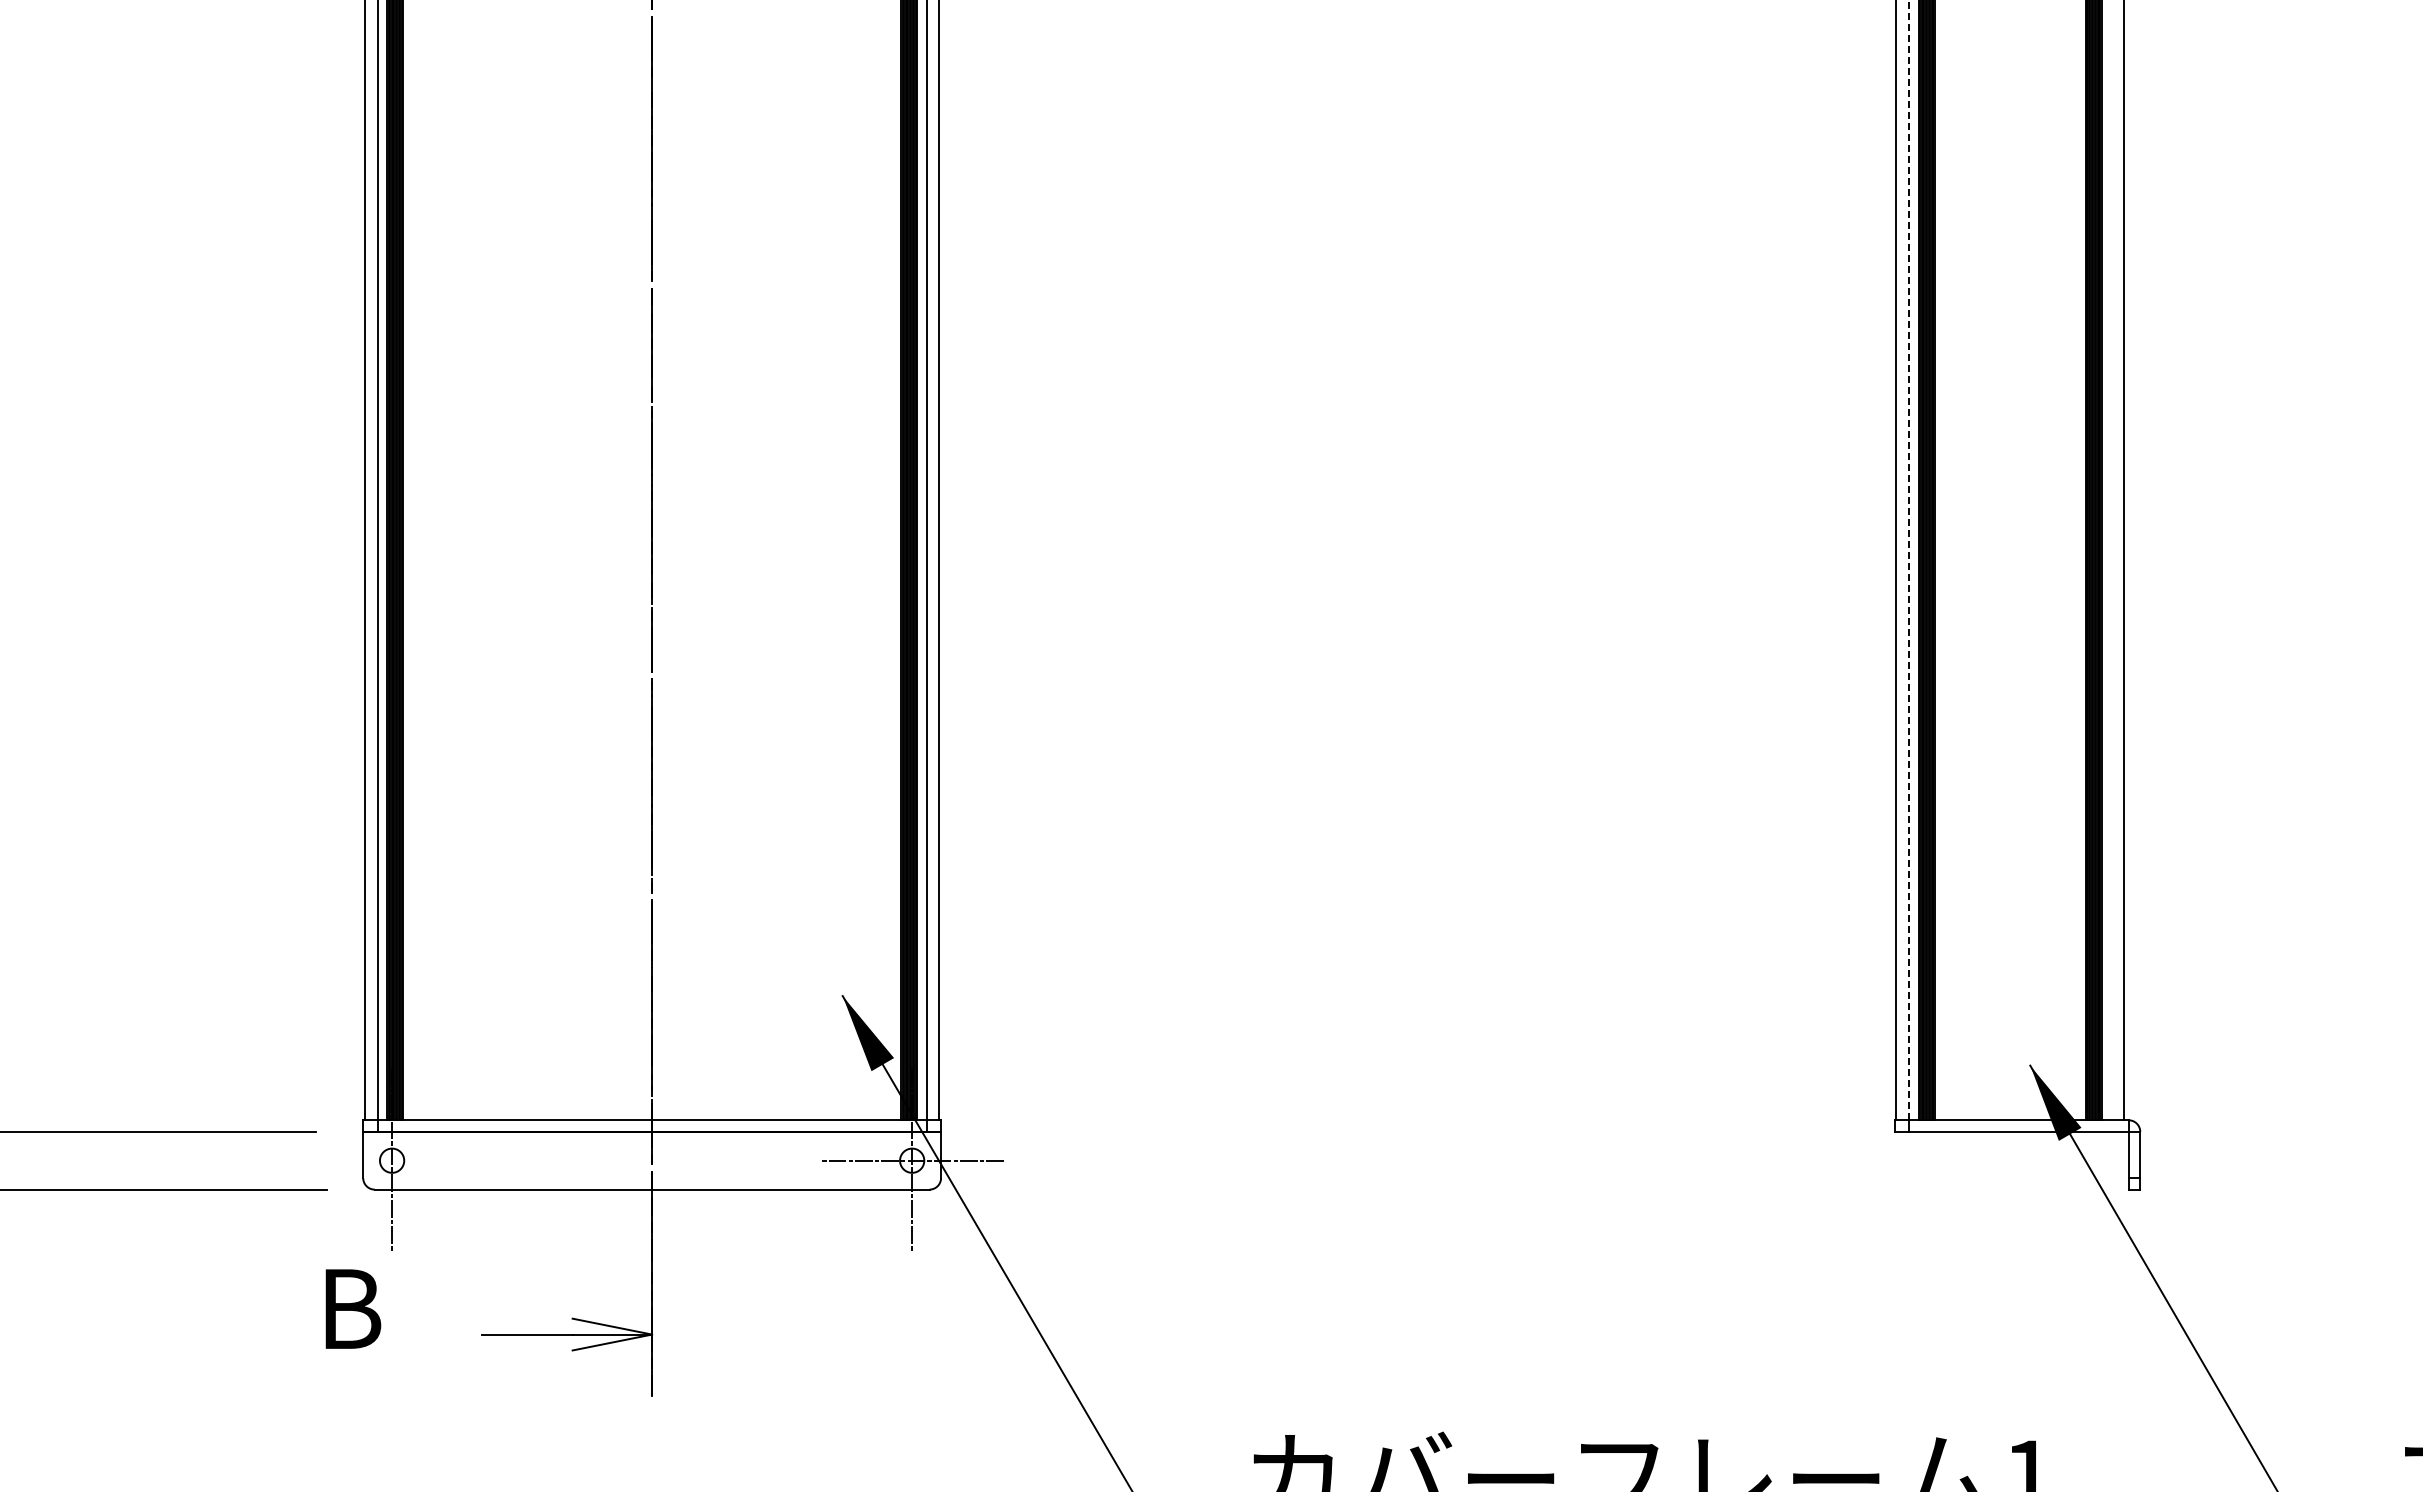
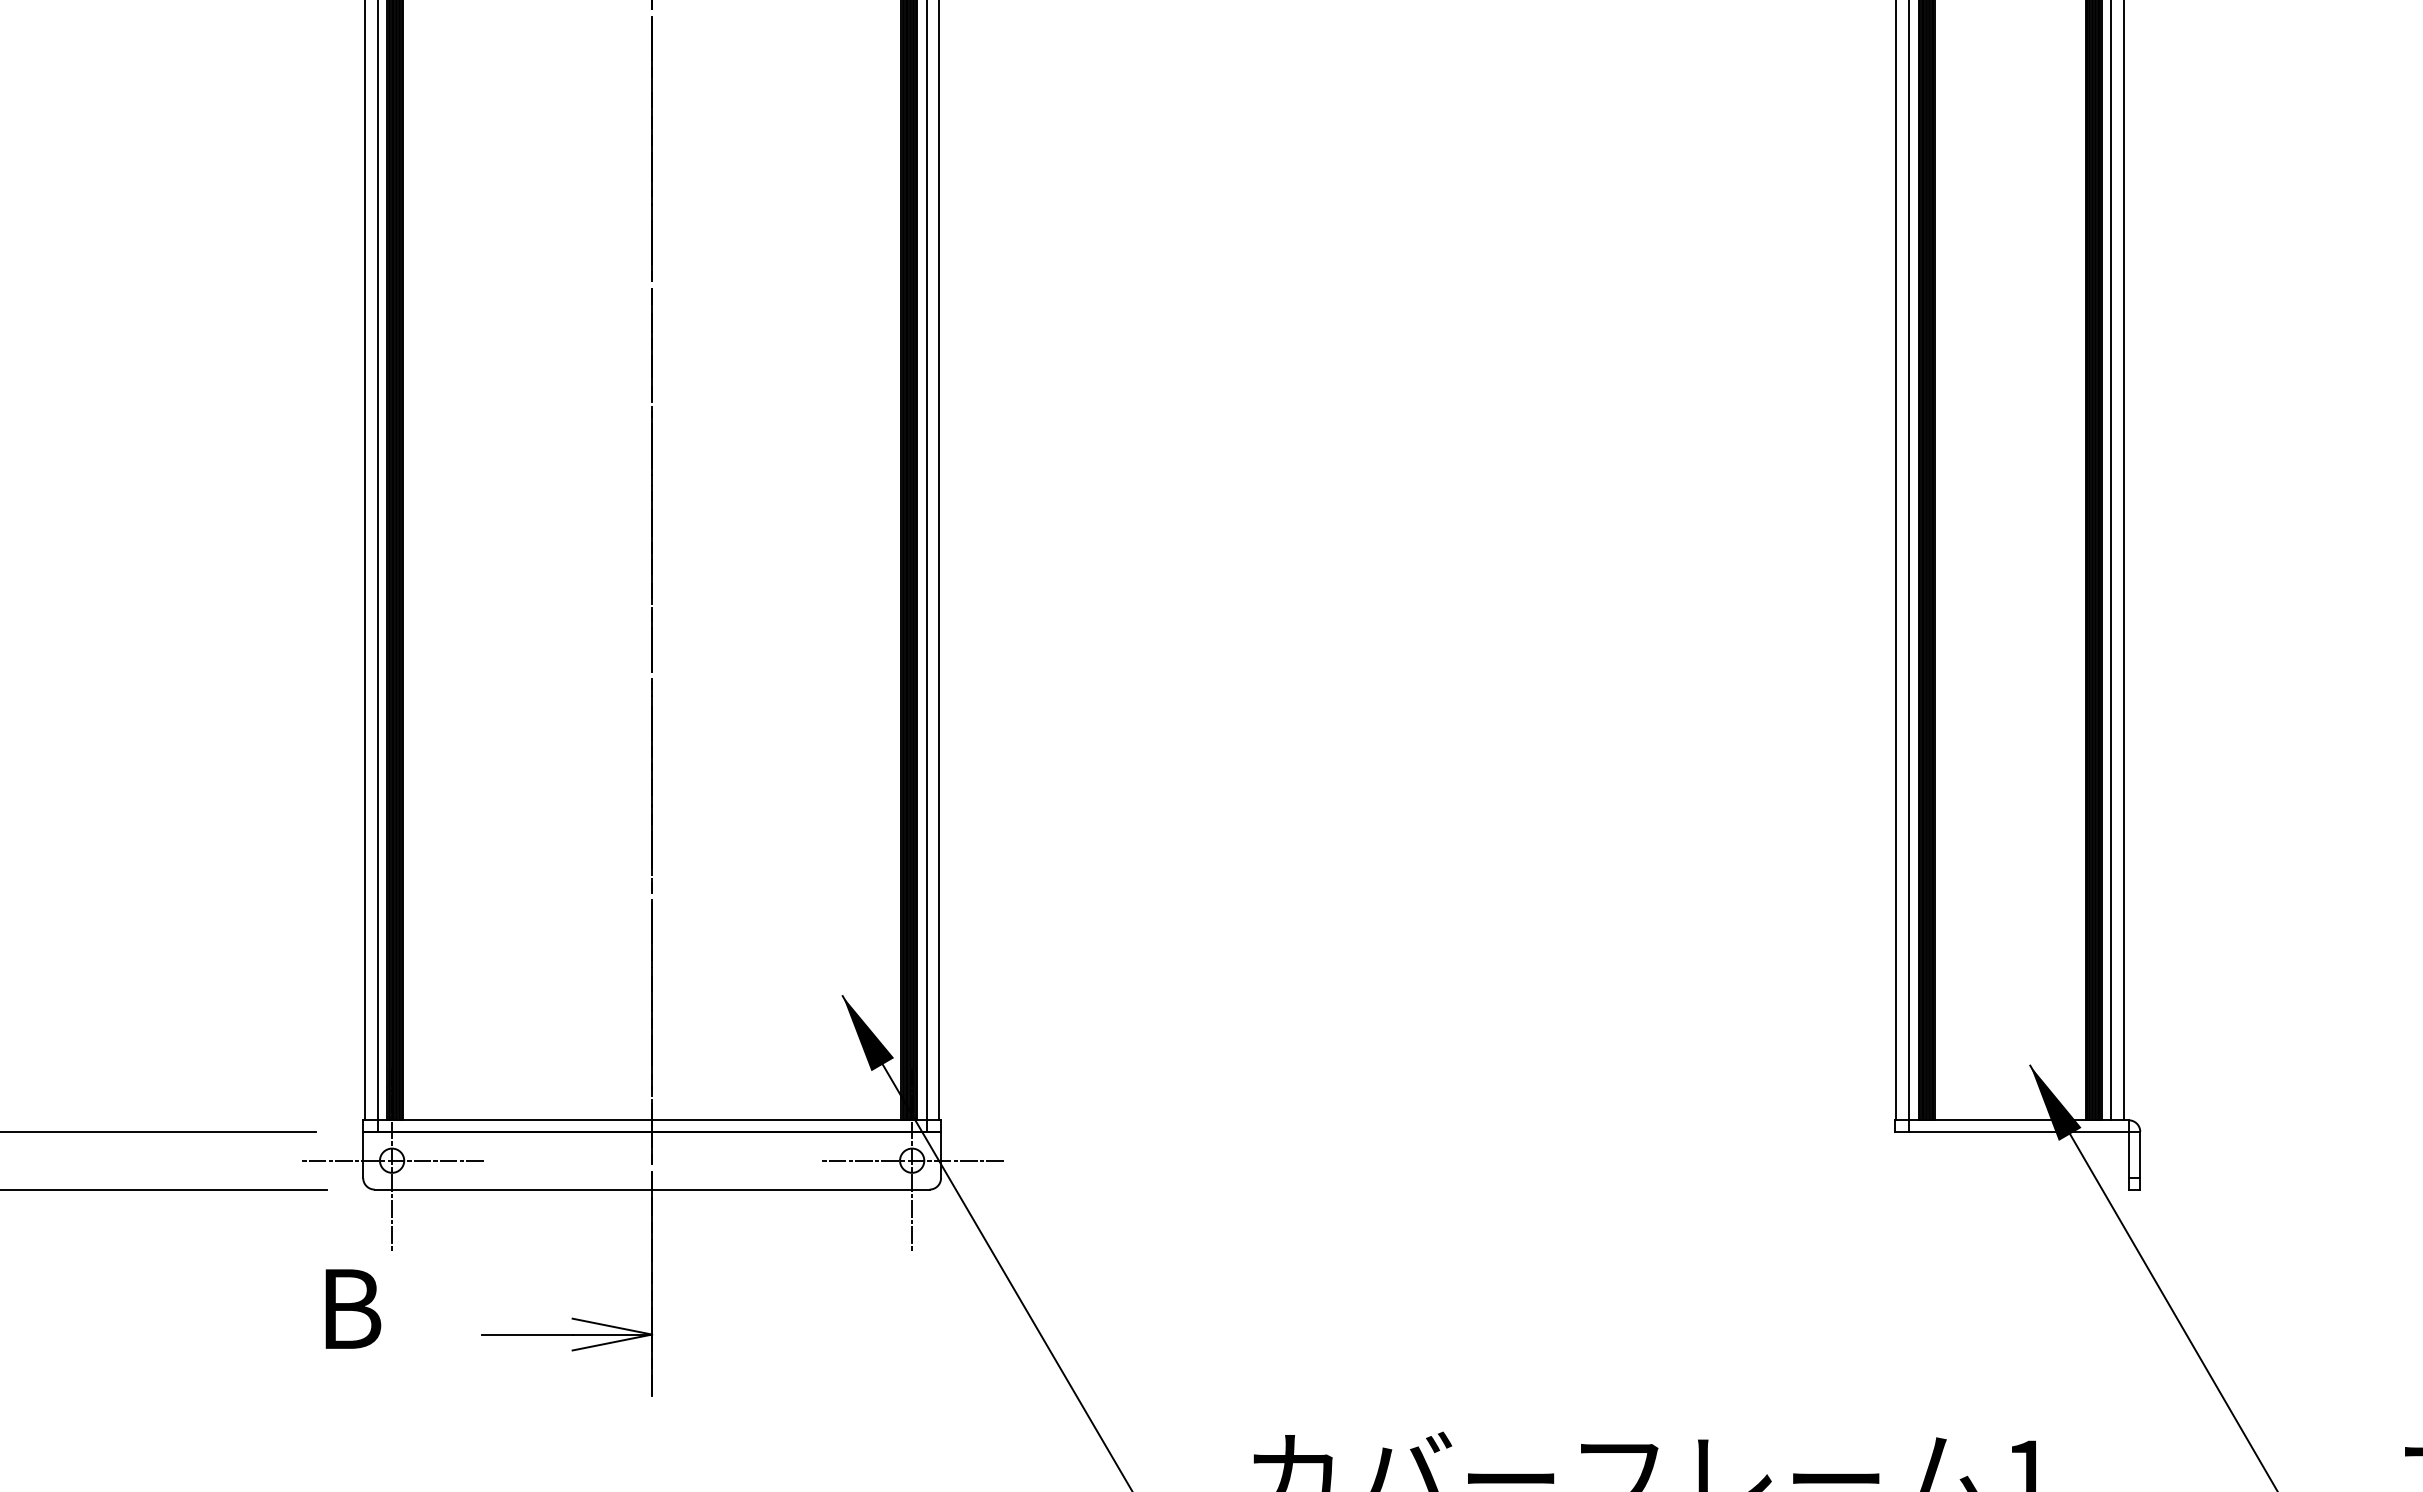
line at (1909, 560): dashed -> solid
line at (2111, 561): none -> present
line at (391, 1160): none -> present
